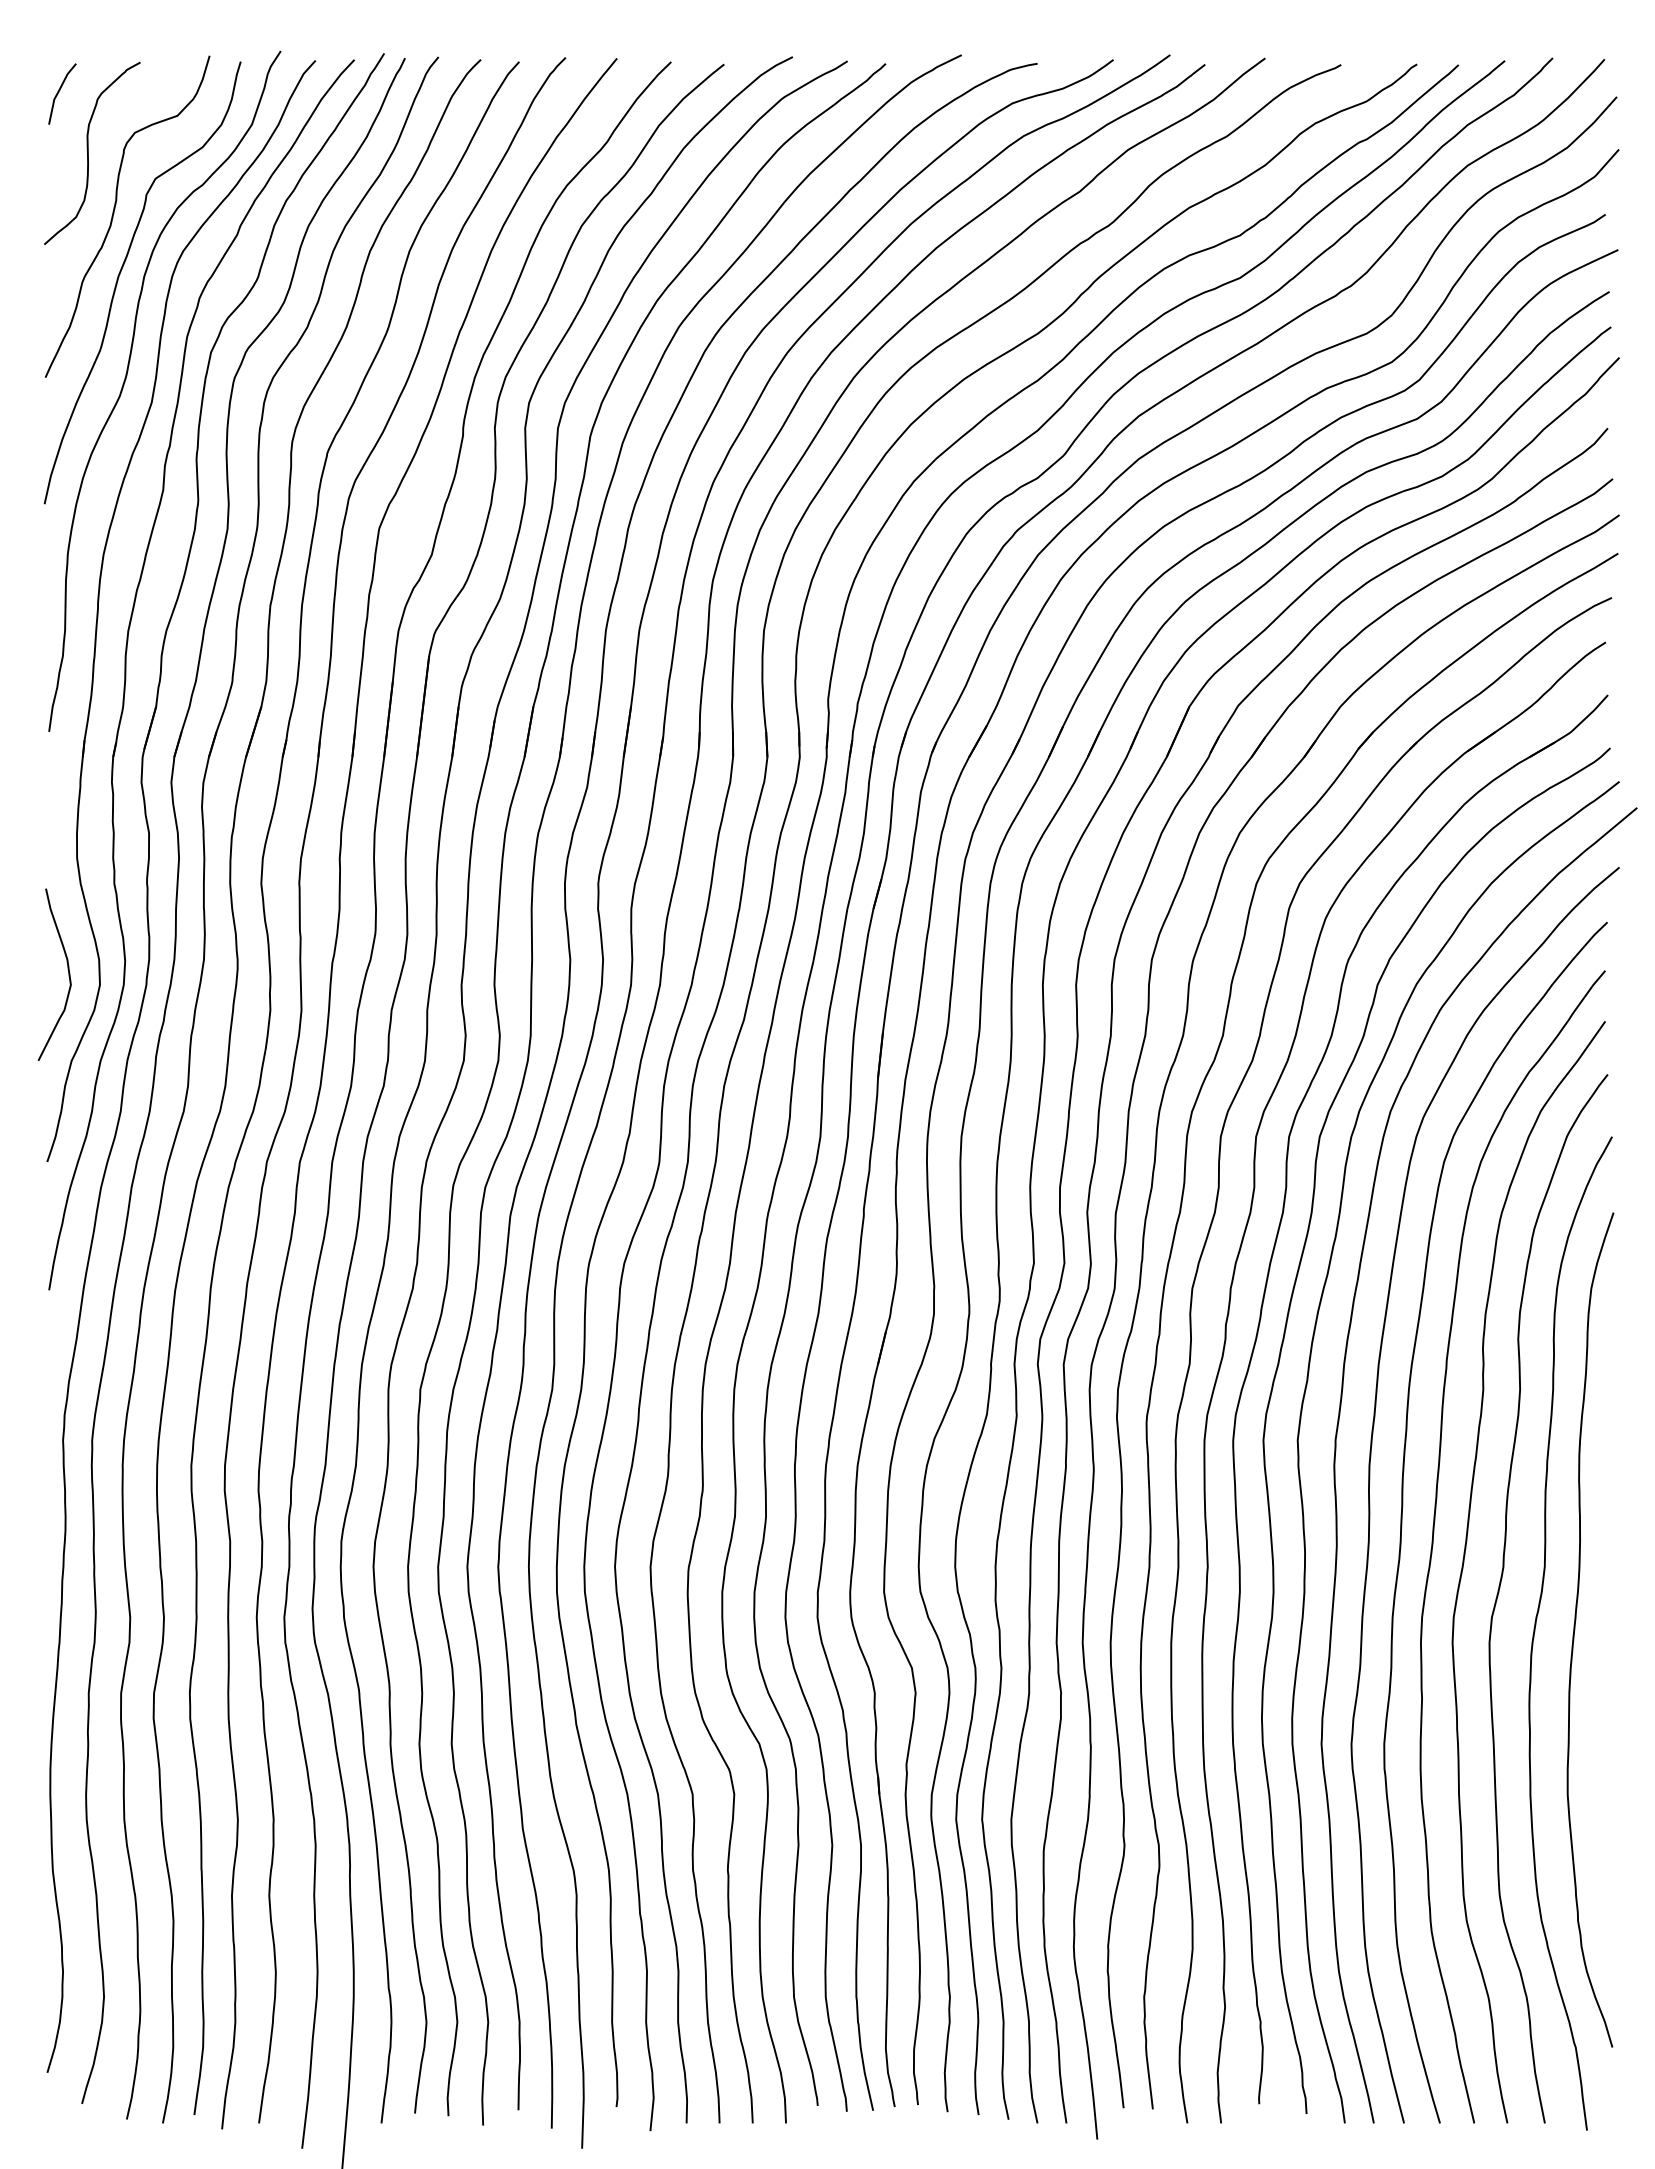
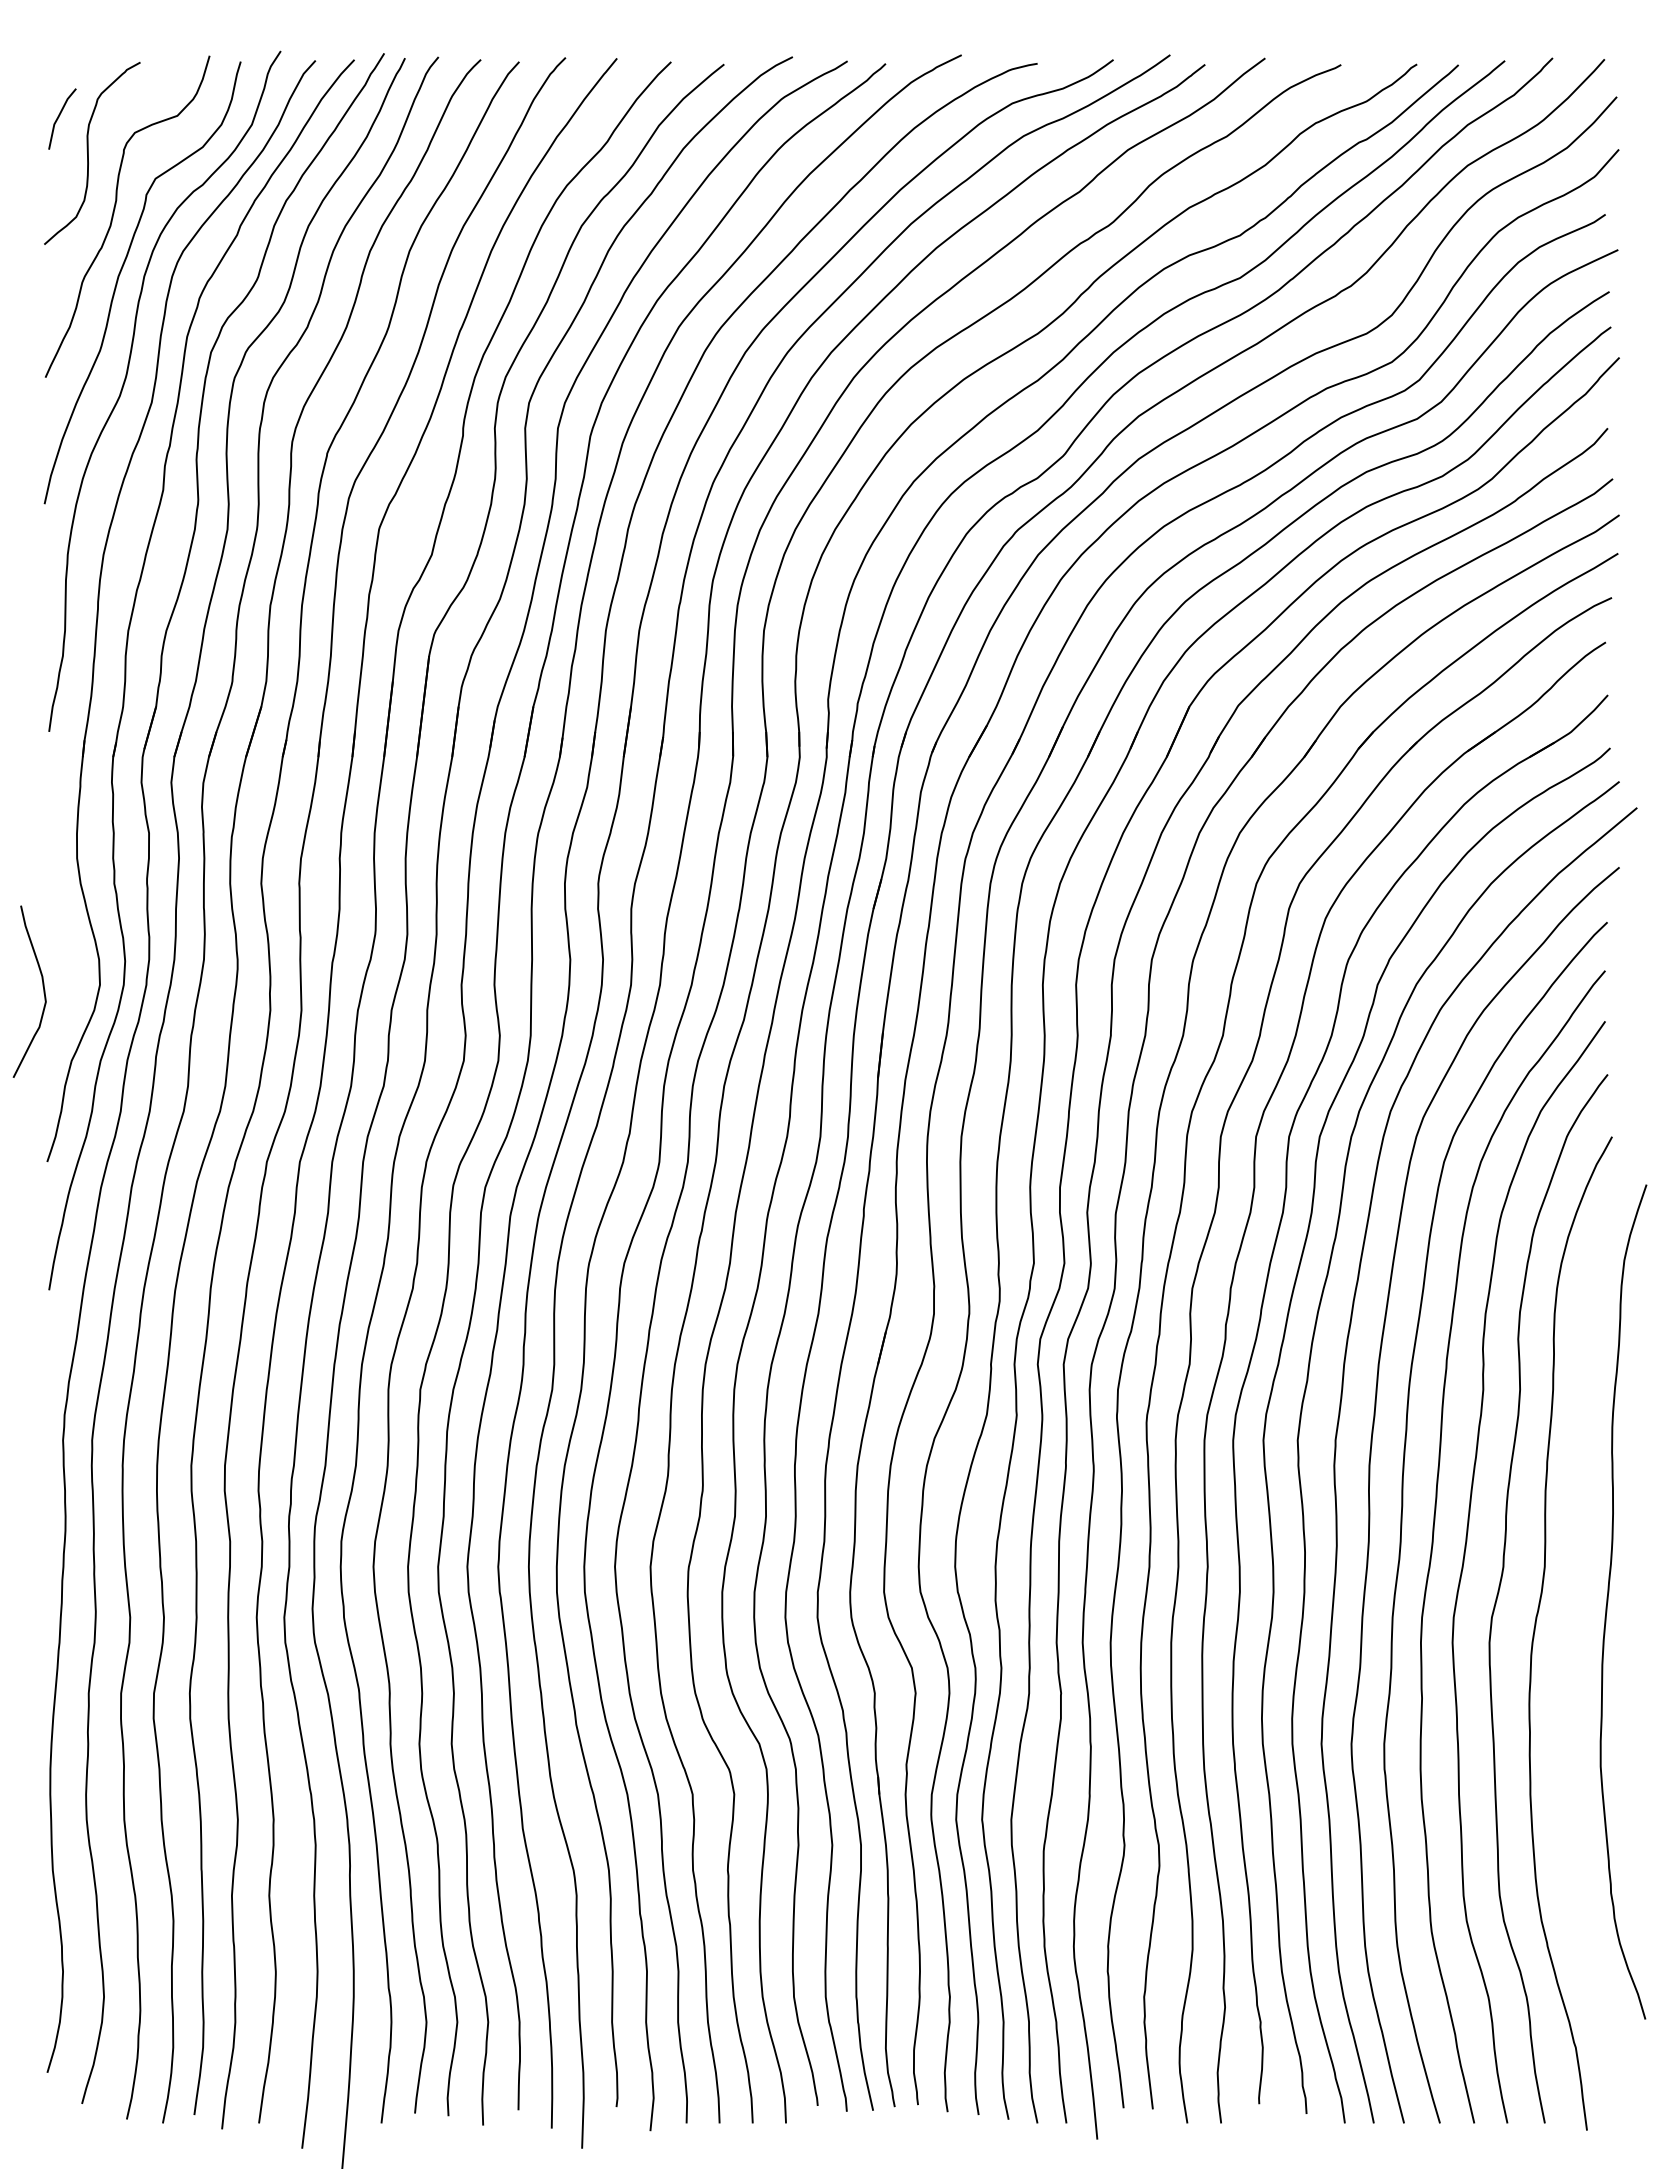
line at (59, 92) position: (59, 92) -> (59, 117)
curve at (67, 969) position: (67, 969) -> (42, 986)
curve at (1575, 1629) position: (1575, 1629) -> (1608, 1601)
